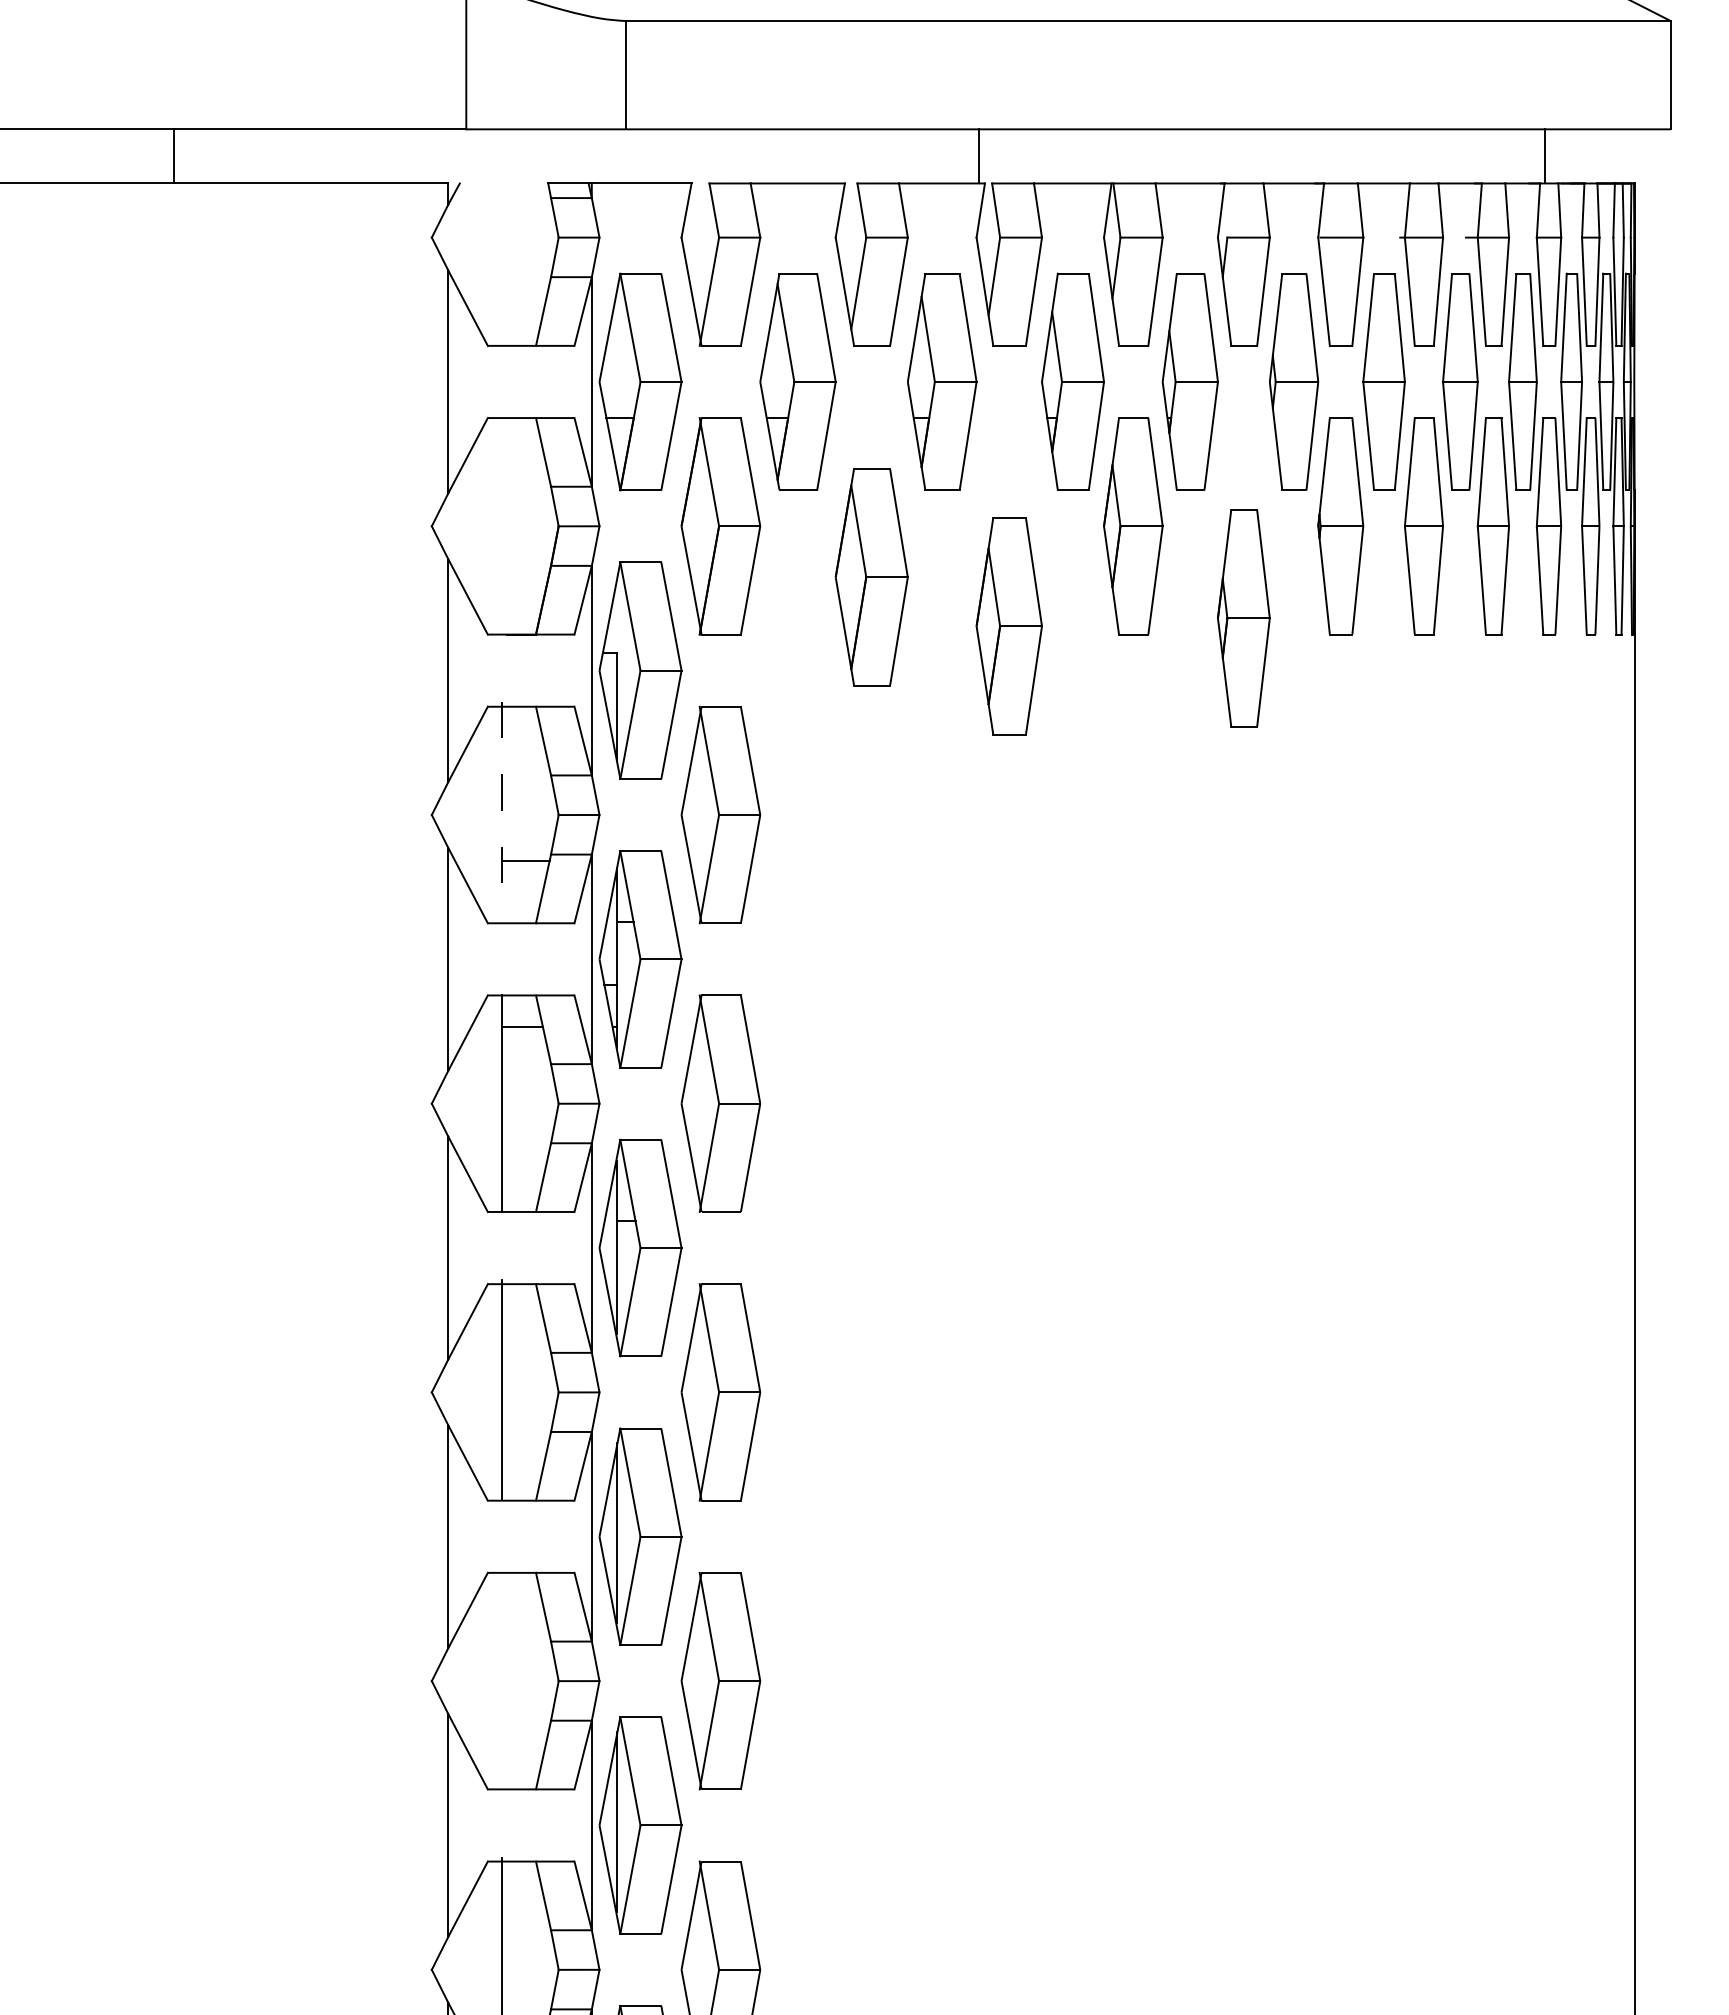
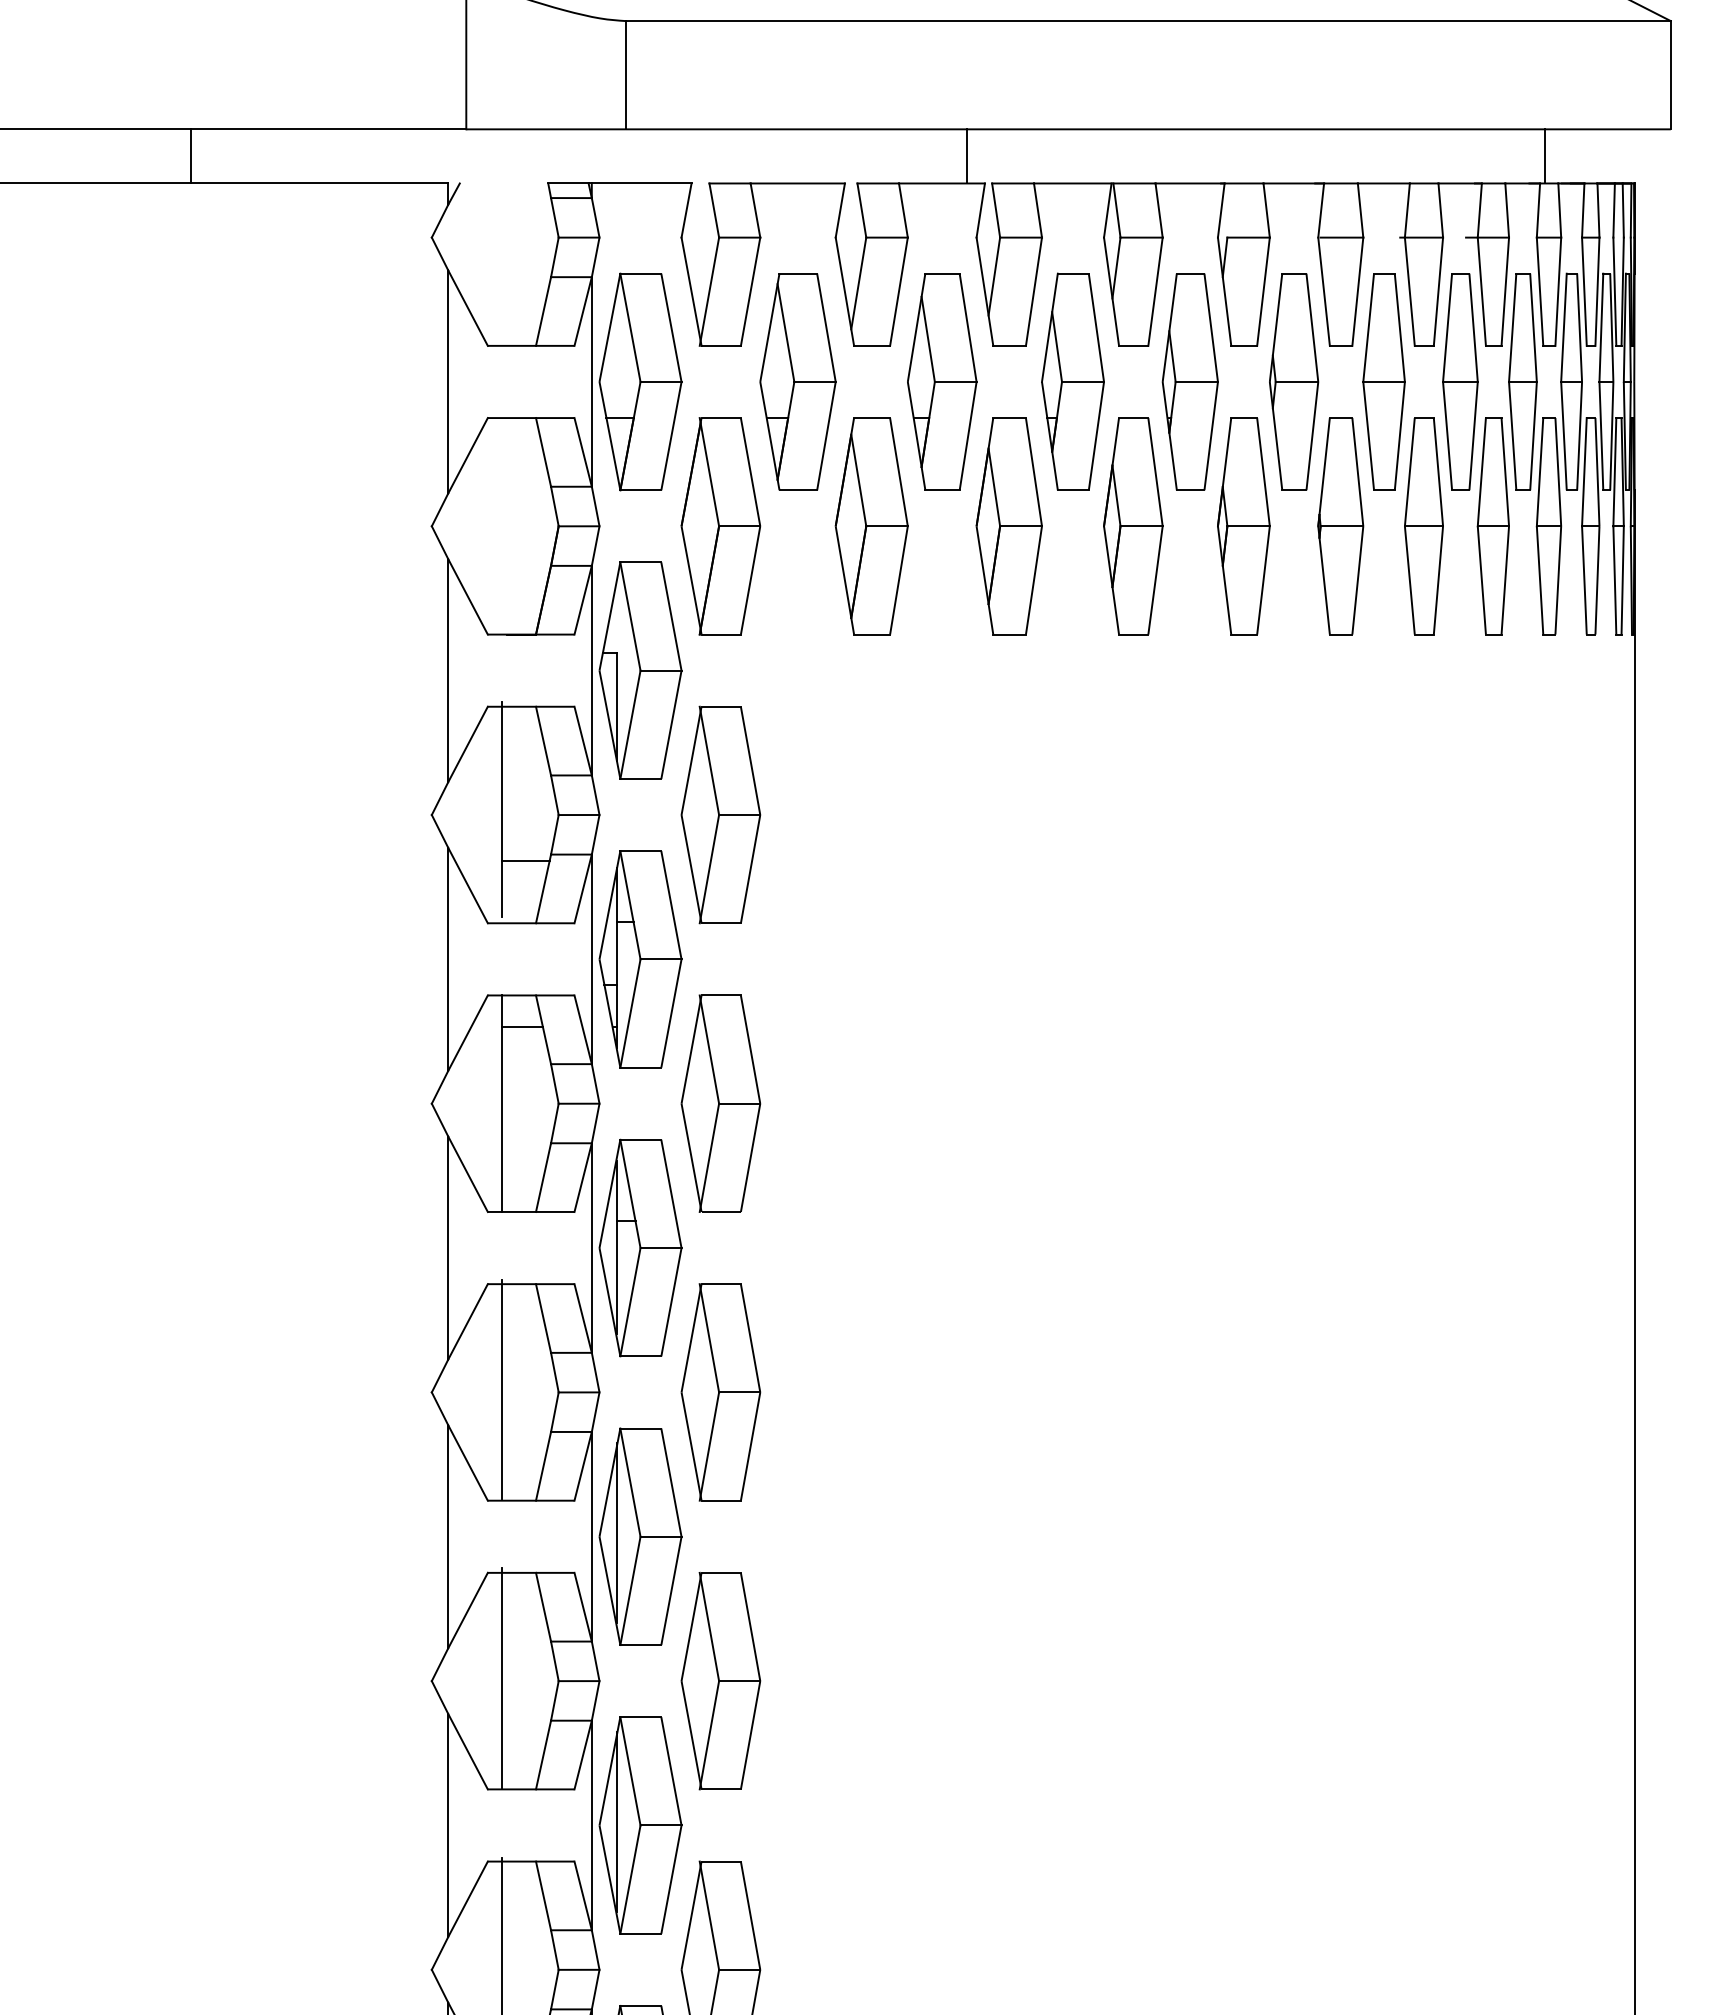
line at (174, 156) position: (174, 156) -> (191, 156)
line at (979, 156) position: (979, 156) -> (967, 156)
part at (871, 577) position: (871, 577) -> (871, 526)
part at (1243, 618) position: (1243, 618) -> (1243, 526)
part at (1008, 626) position: (1008, 626) -> (1008, 526)
line at (501, 809): dashed -> solid
line at (501, 1677): none -> present
